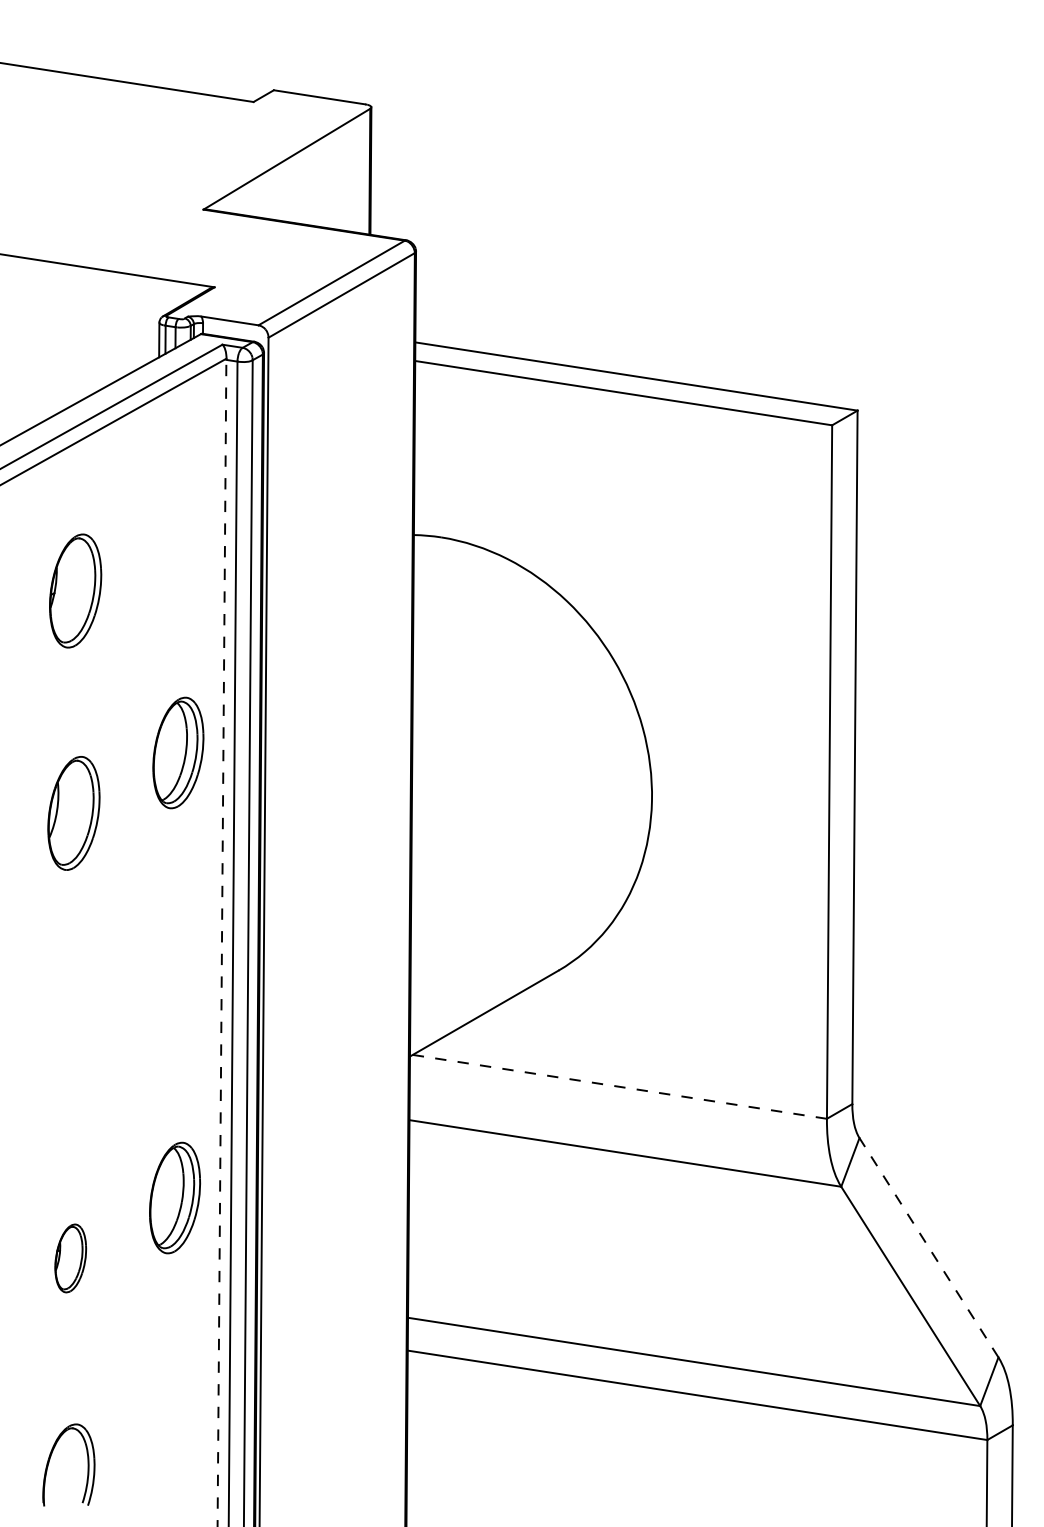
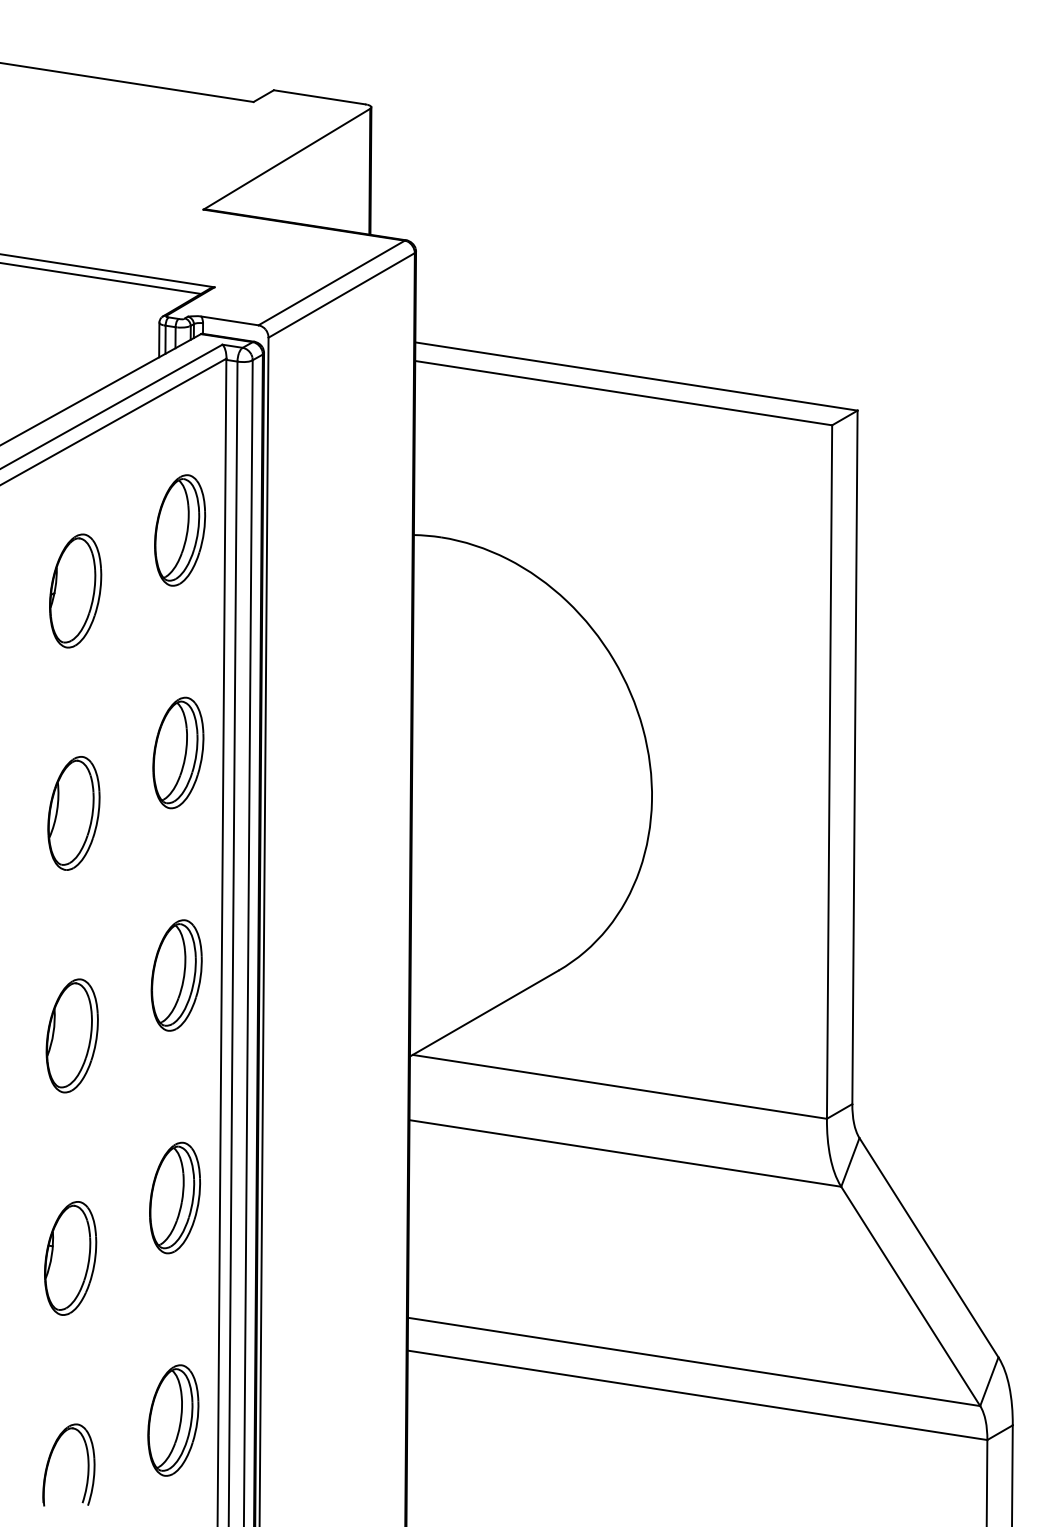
line at (101, 278): none -> present
part at (180, 530): none -> present
line at (221, 942): dashed -> solid
part at (176, 975): none -> present
part at (71, 1035): none -> present
line at (619, 1086): dashed -> solid
line at (928, 1247): dashed -> solid
part at (70, 1258) size: 34x71 px -> 54x115 px
part at (173, 1420): none -> present
